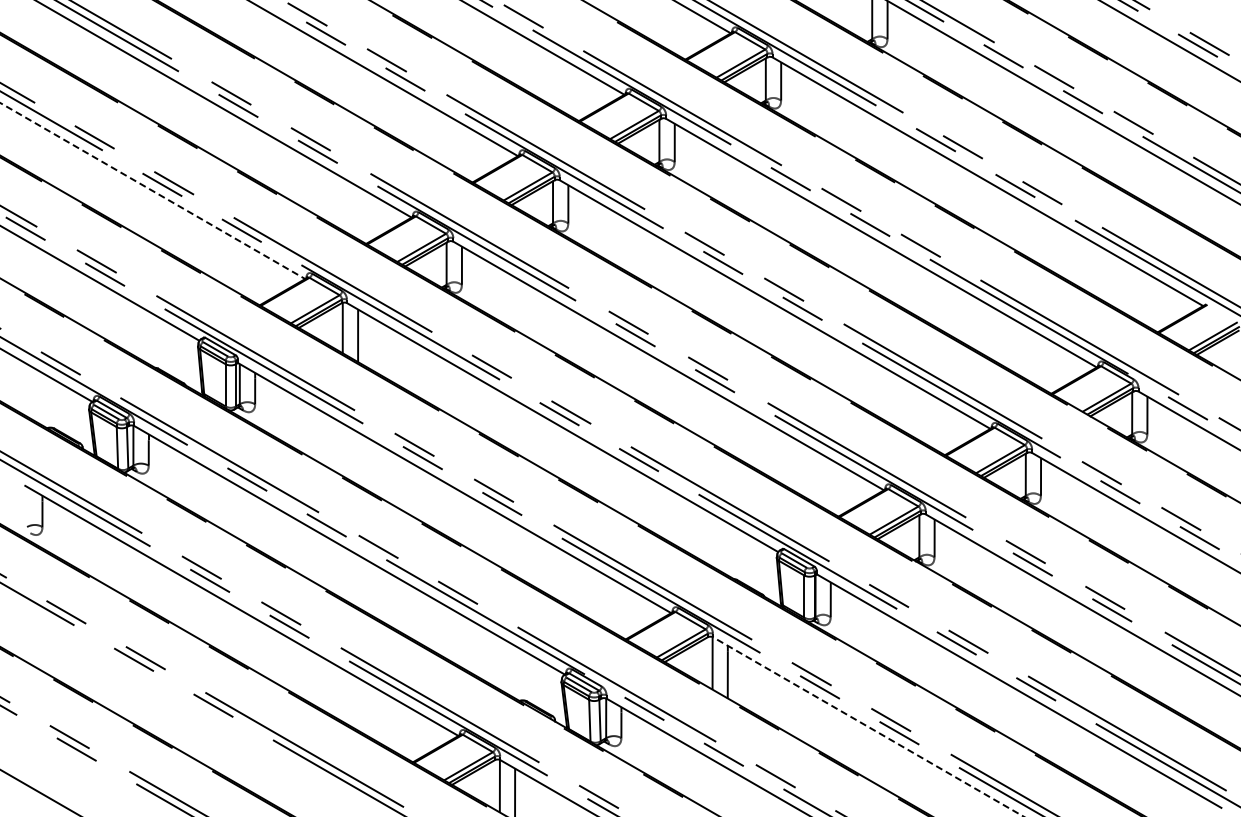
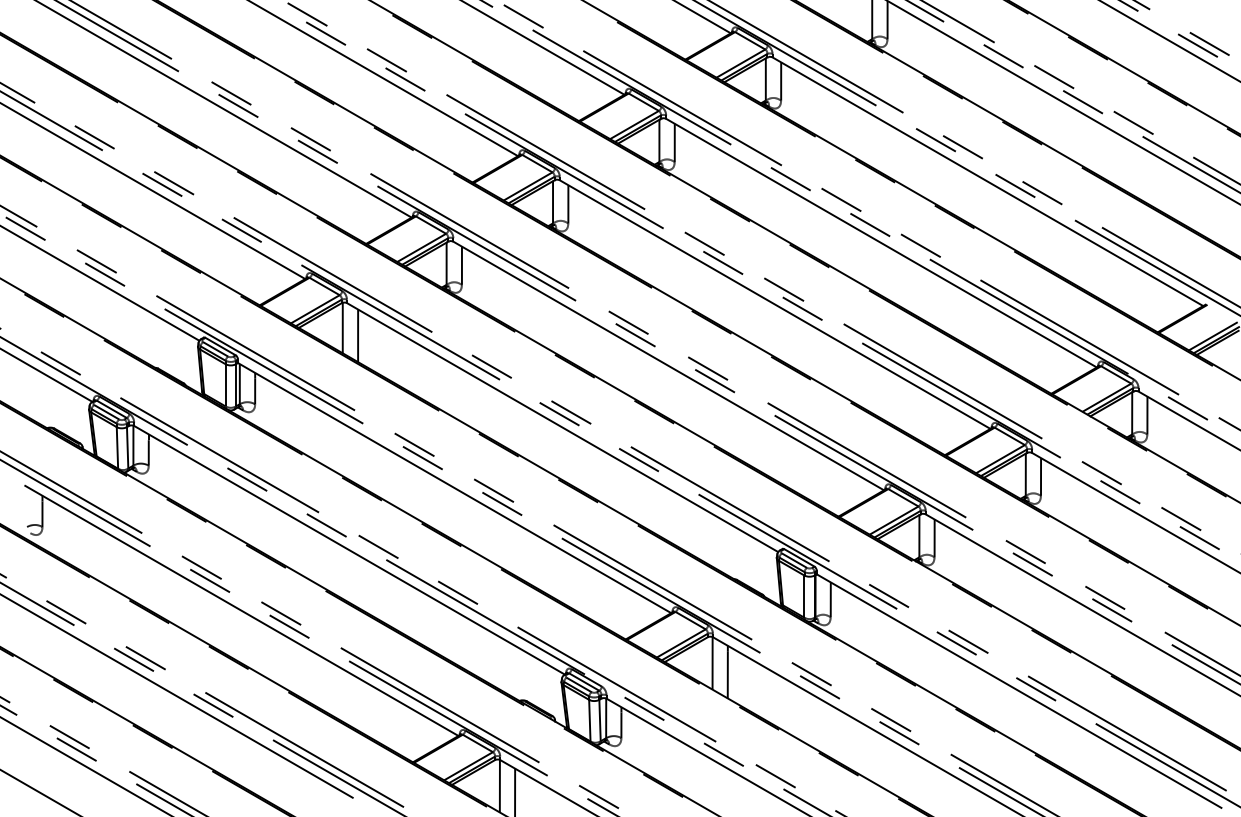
line at (153, 191): dashed -> solid
line at (177, 696): none -> present
line at (867, 726): dashed -> solid
line at (84, 765): none -> present
